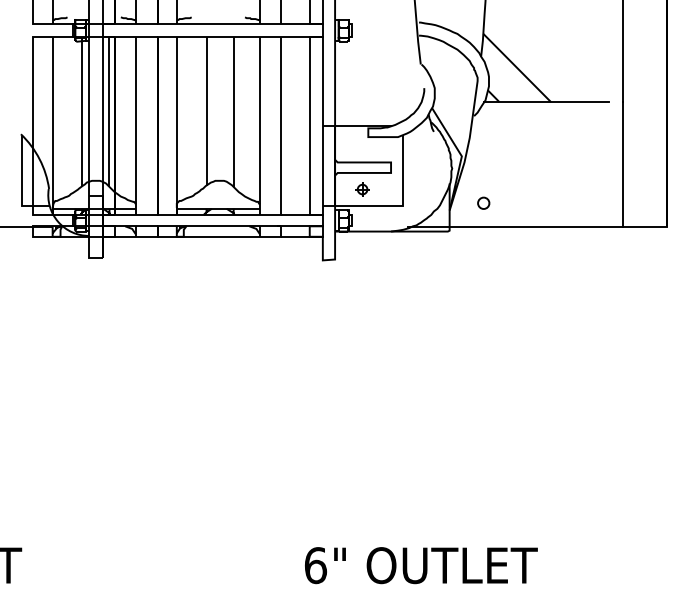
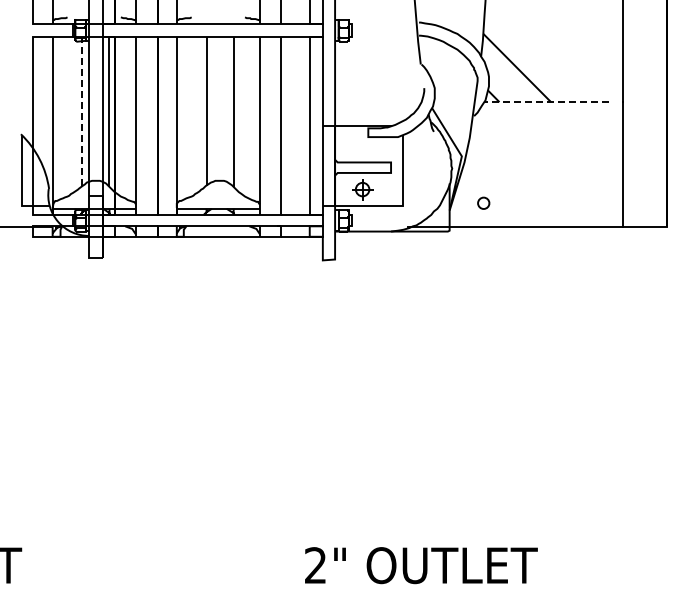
line at (546, 102): solid -> dashed
line at (82, 111): solid -> dashed
part at (362, 189) size: 15x15 px -> 22x22 px
text at (315, 565): 6" -> 2"
